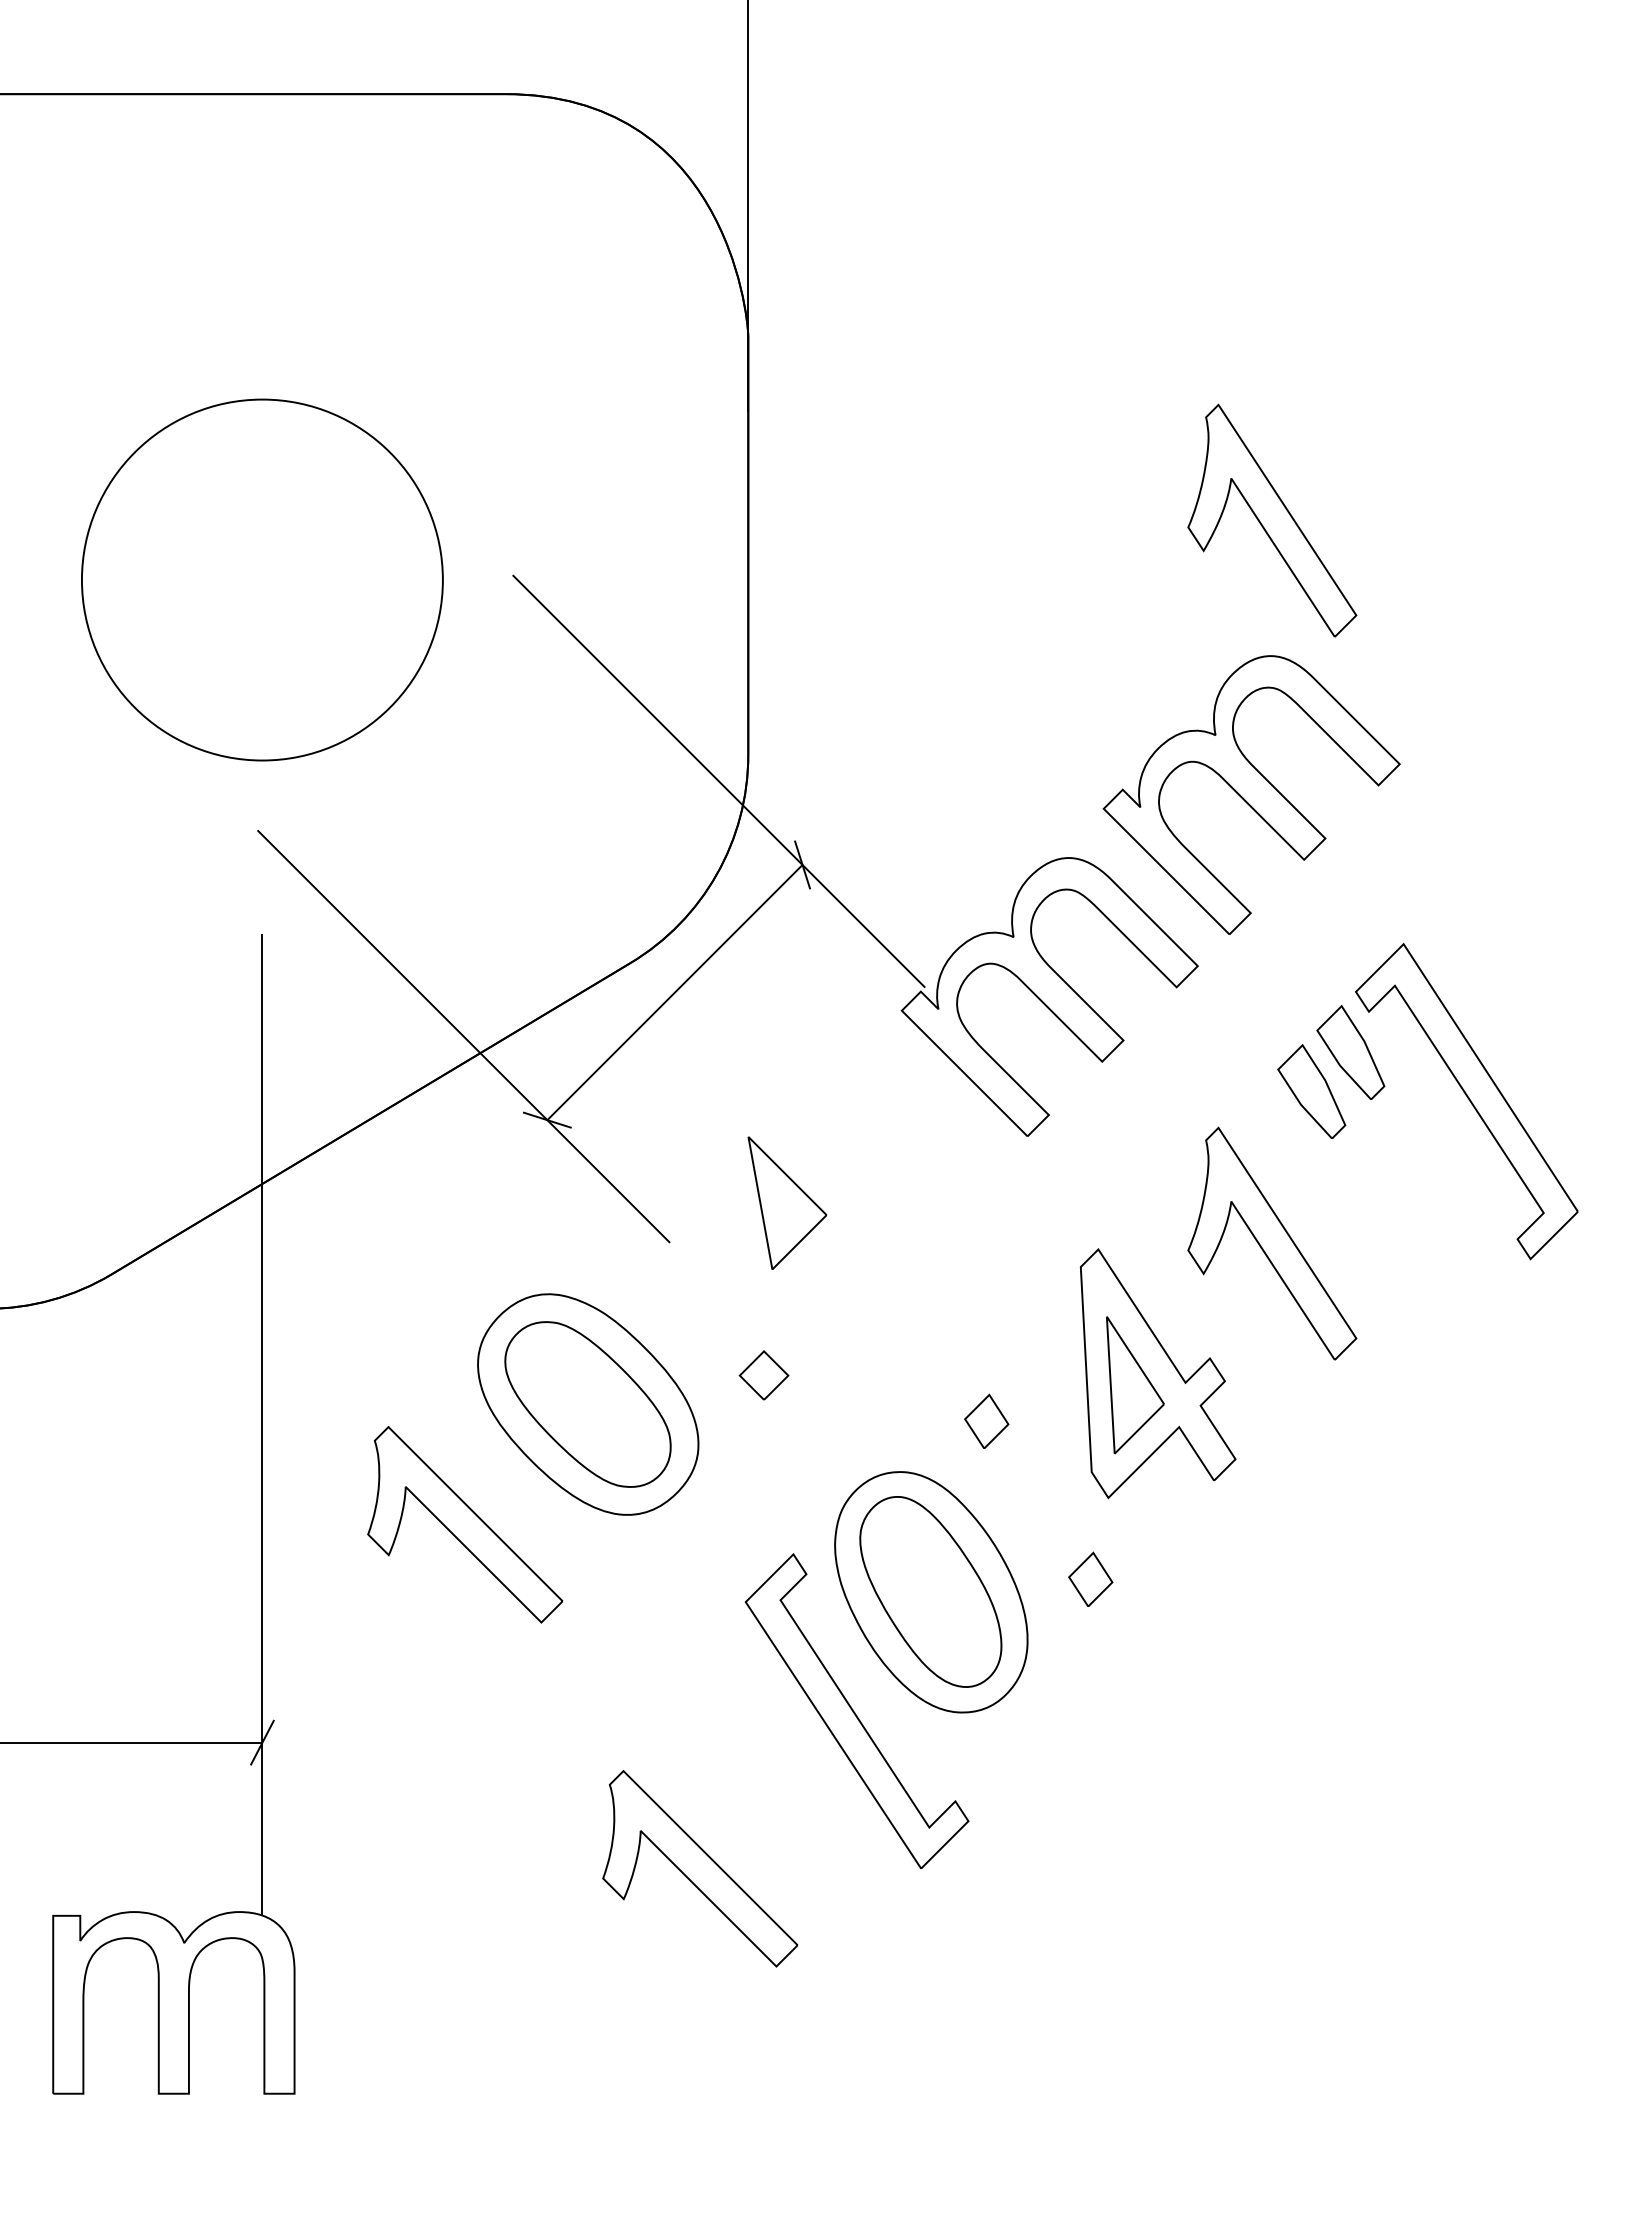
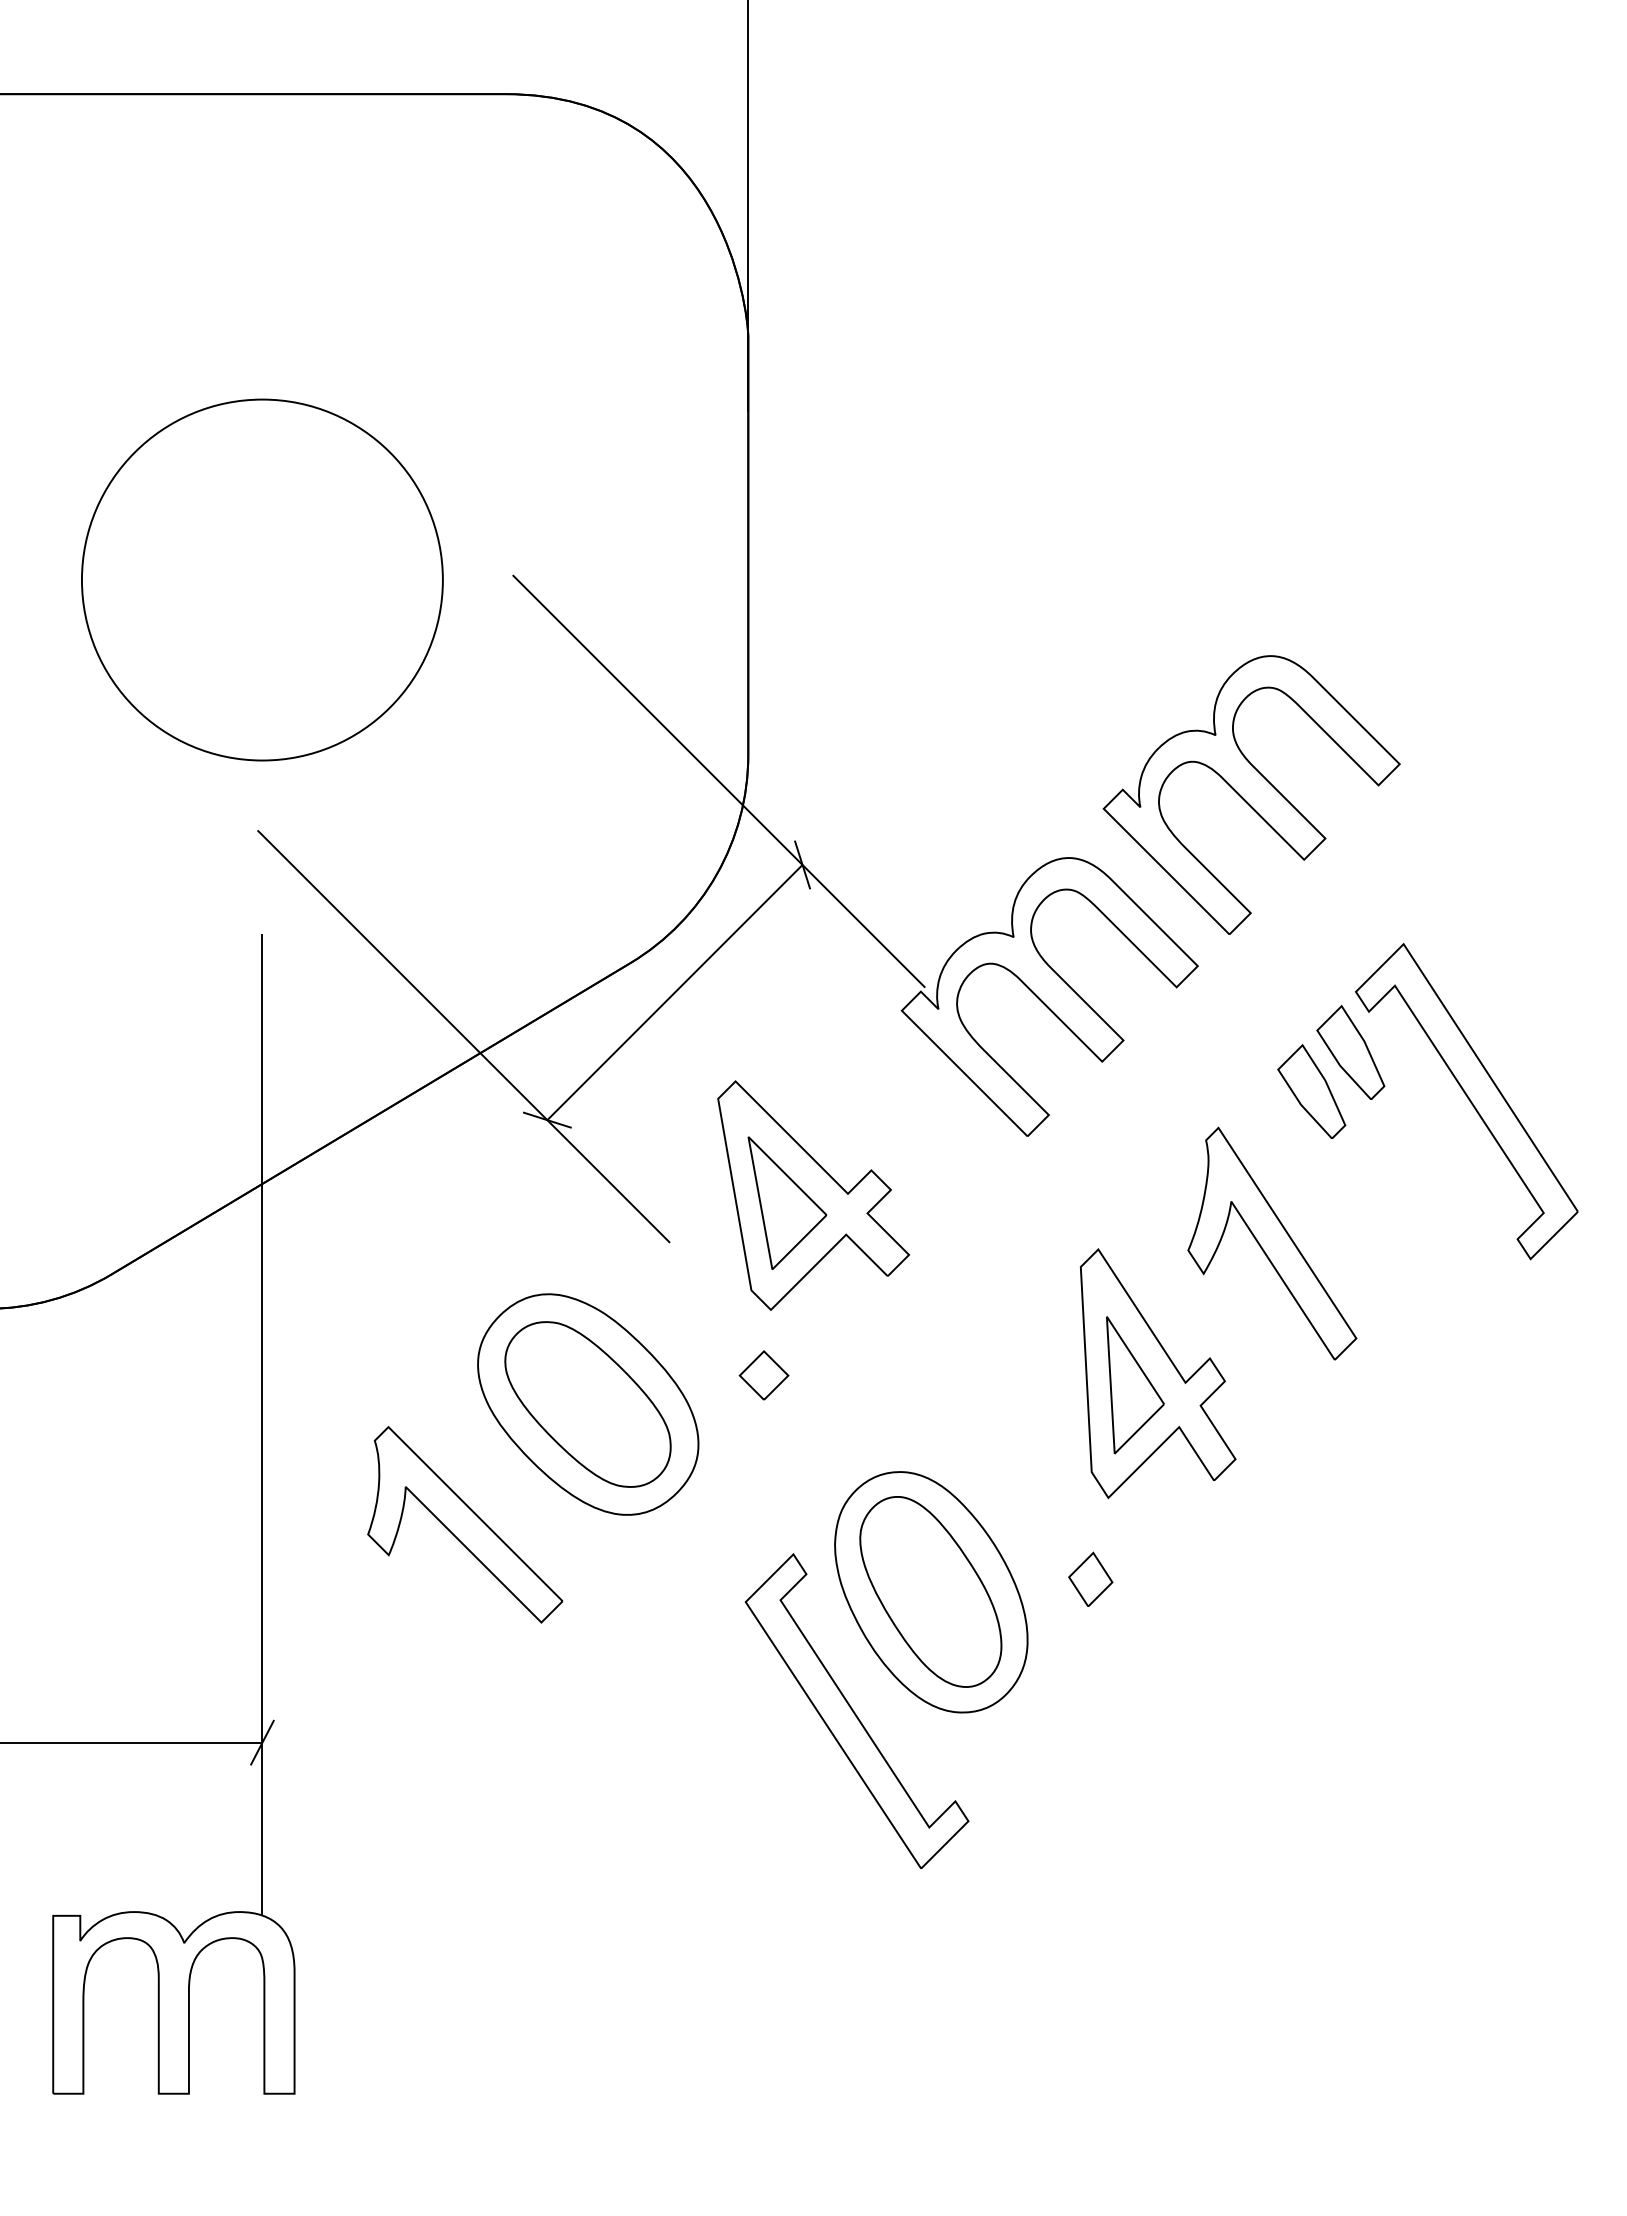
part at (1272, 520): present -> none
part at (813, 1195): none -> present
part at (986, 1420): present -> none
part at (700, 1868): present -> none
